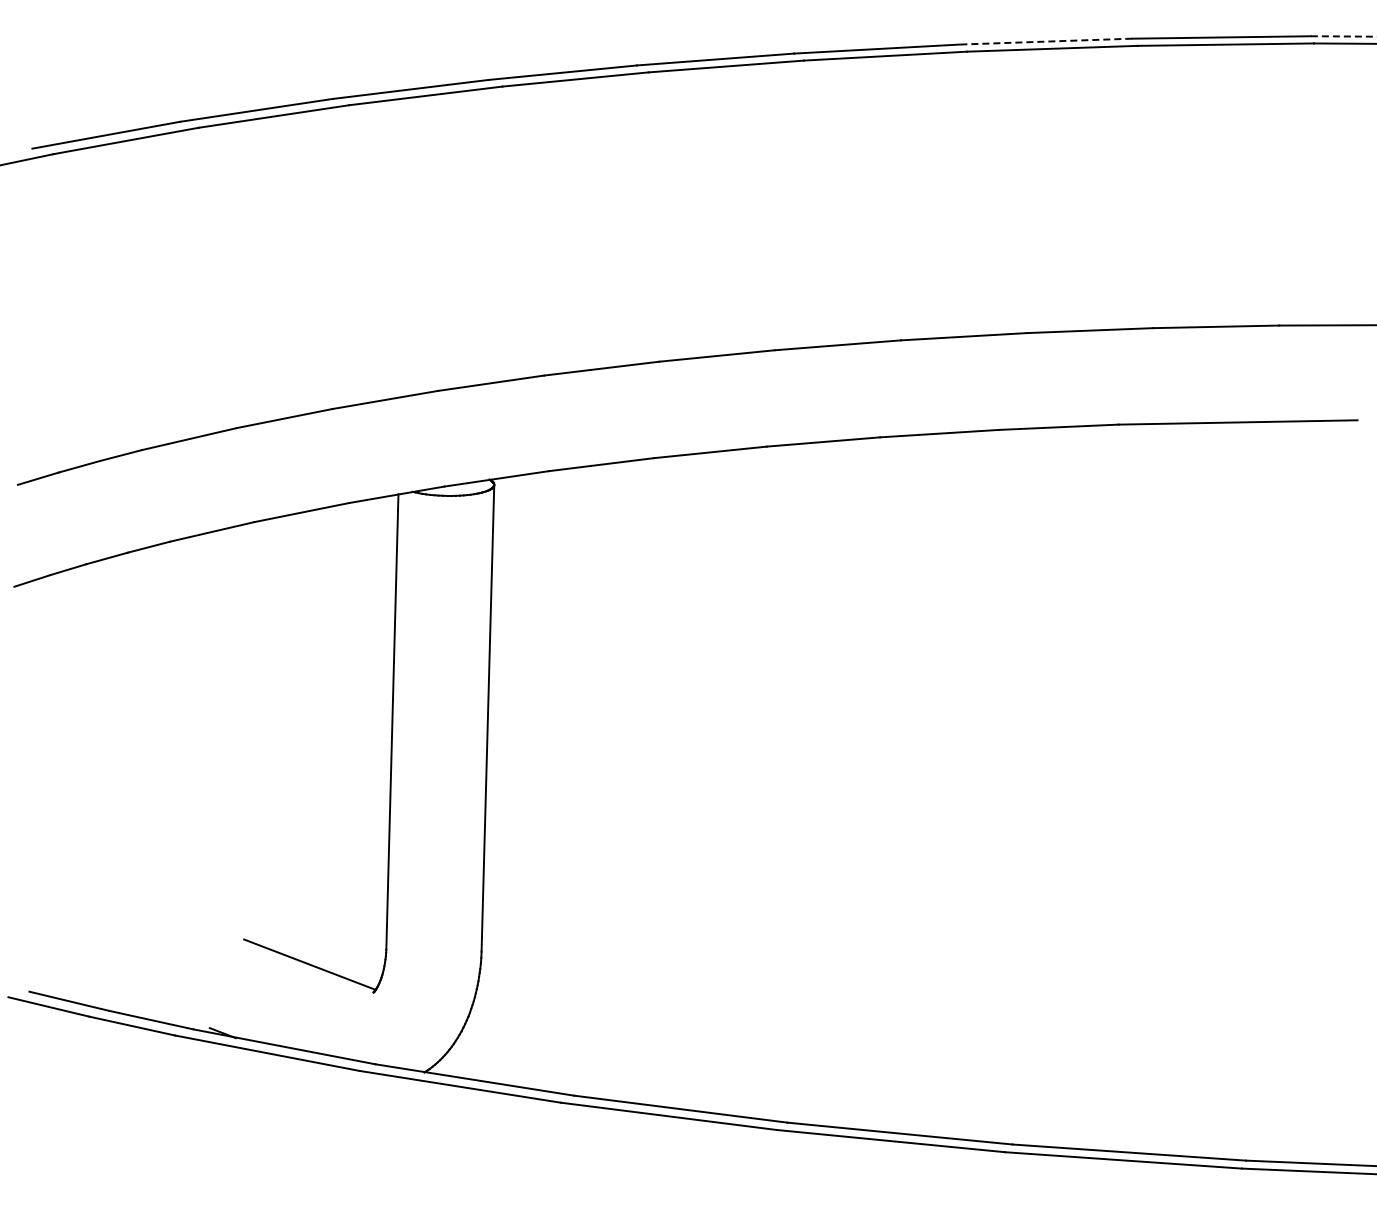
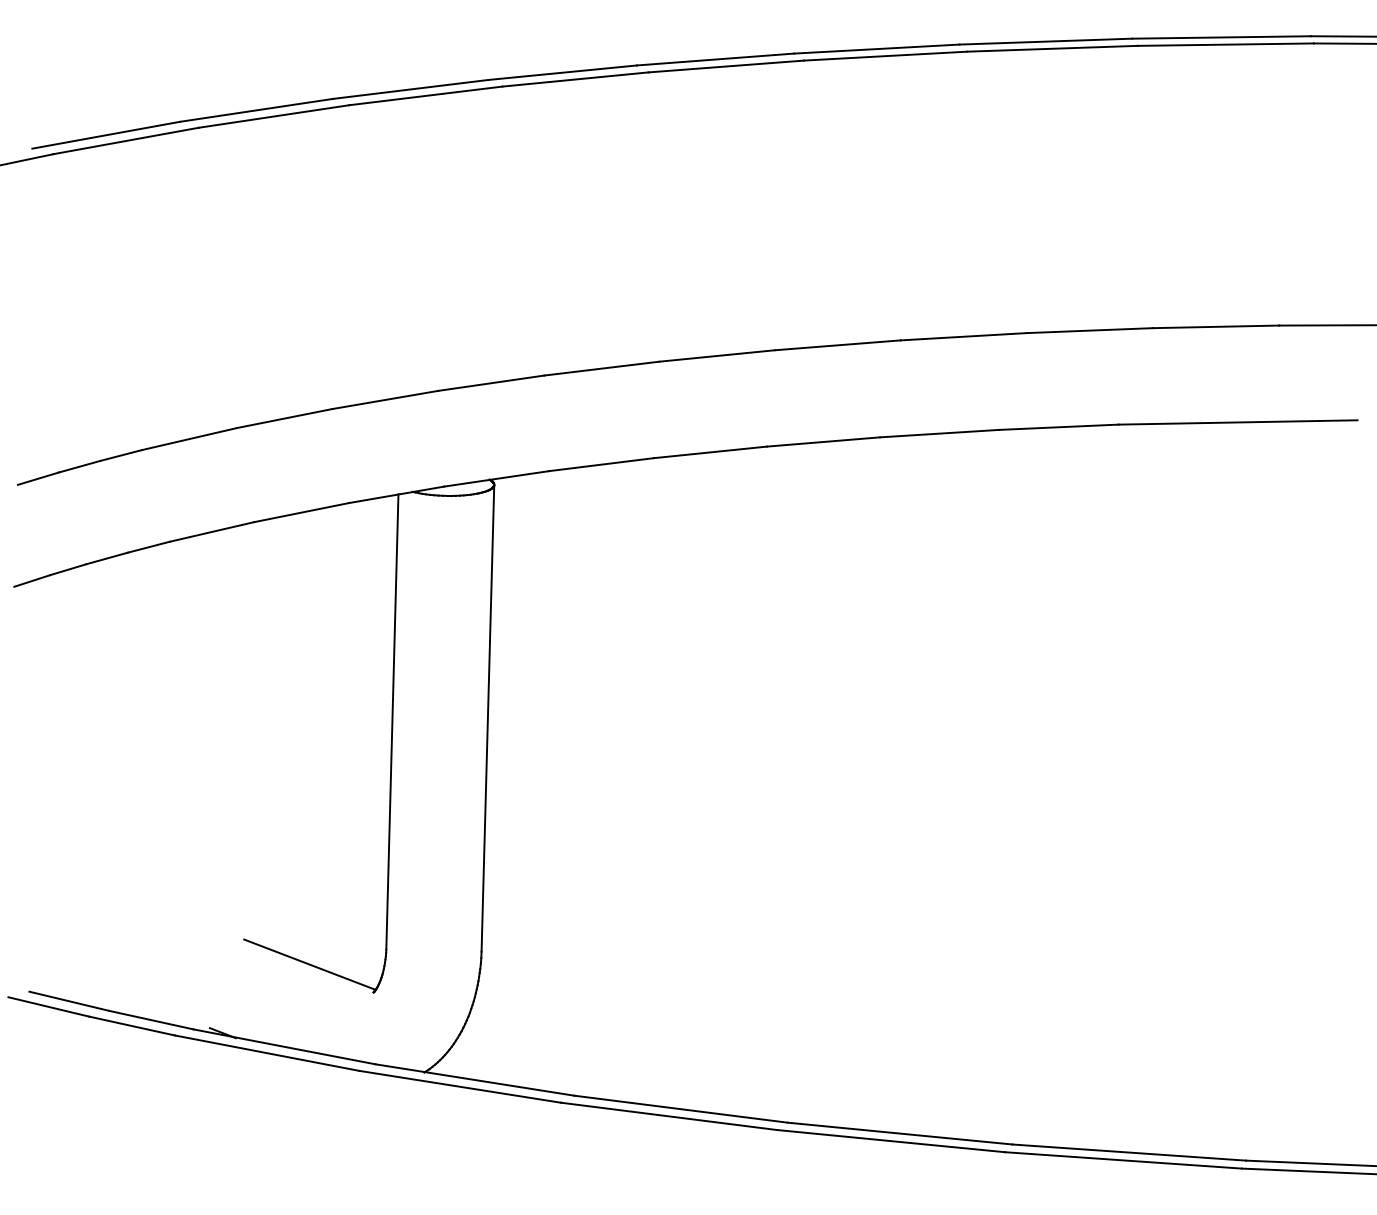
line at (1343, 36): dashed -> solid
line at (1045, 41): dashed -> solid
